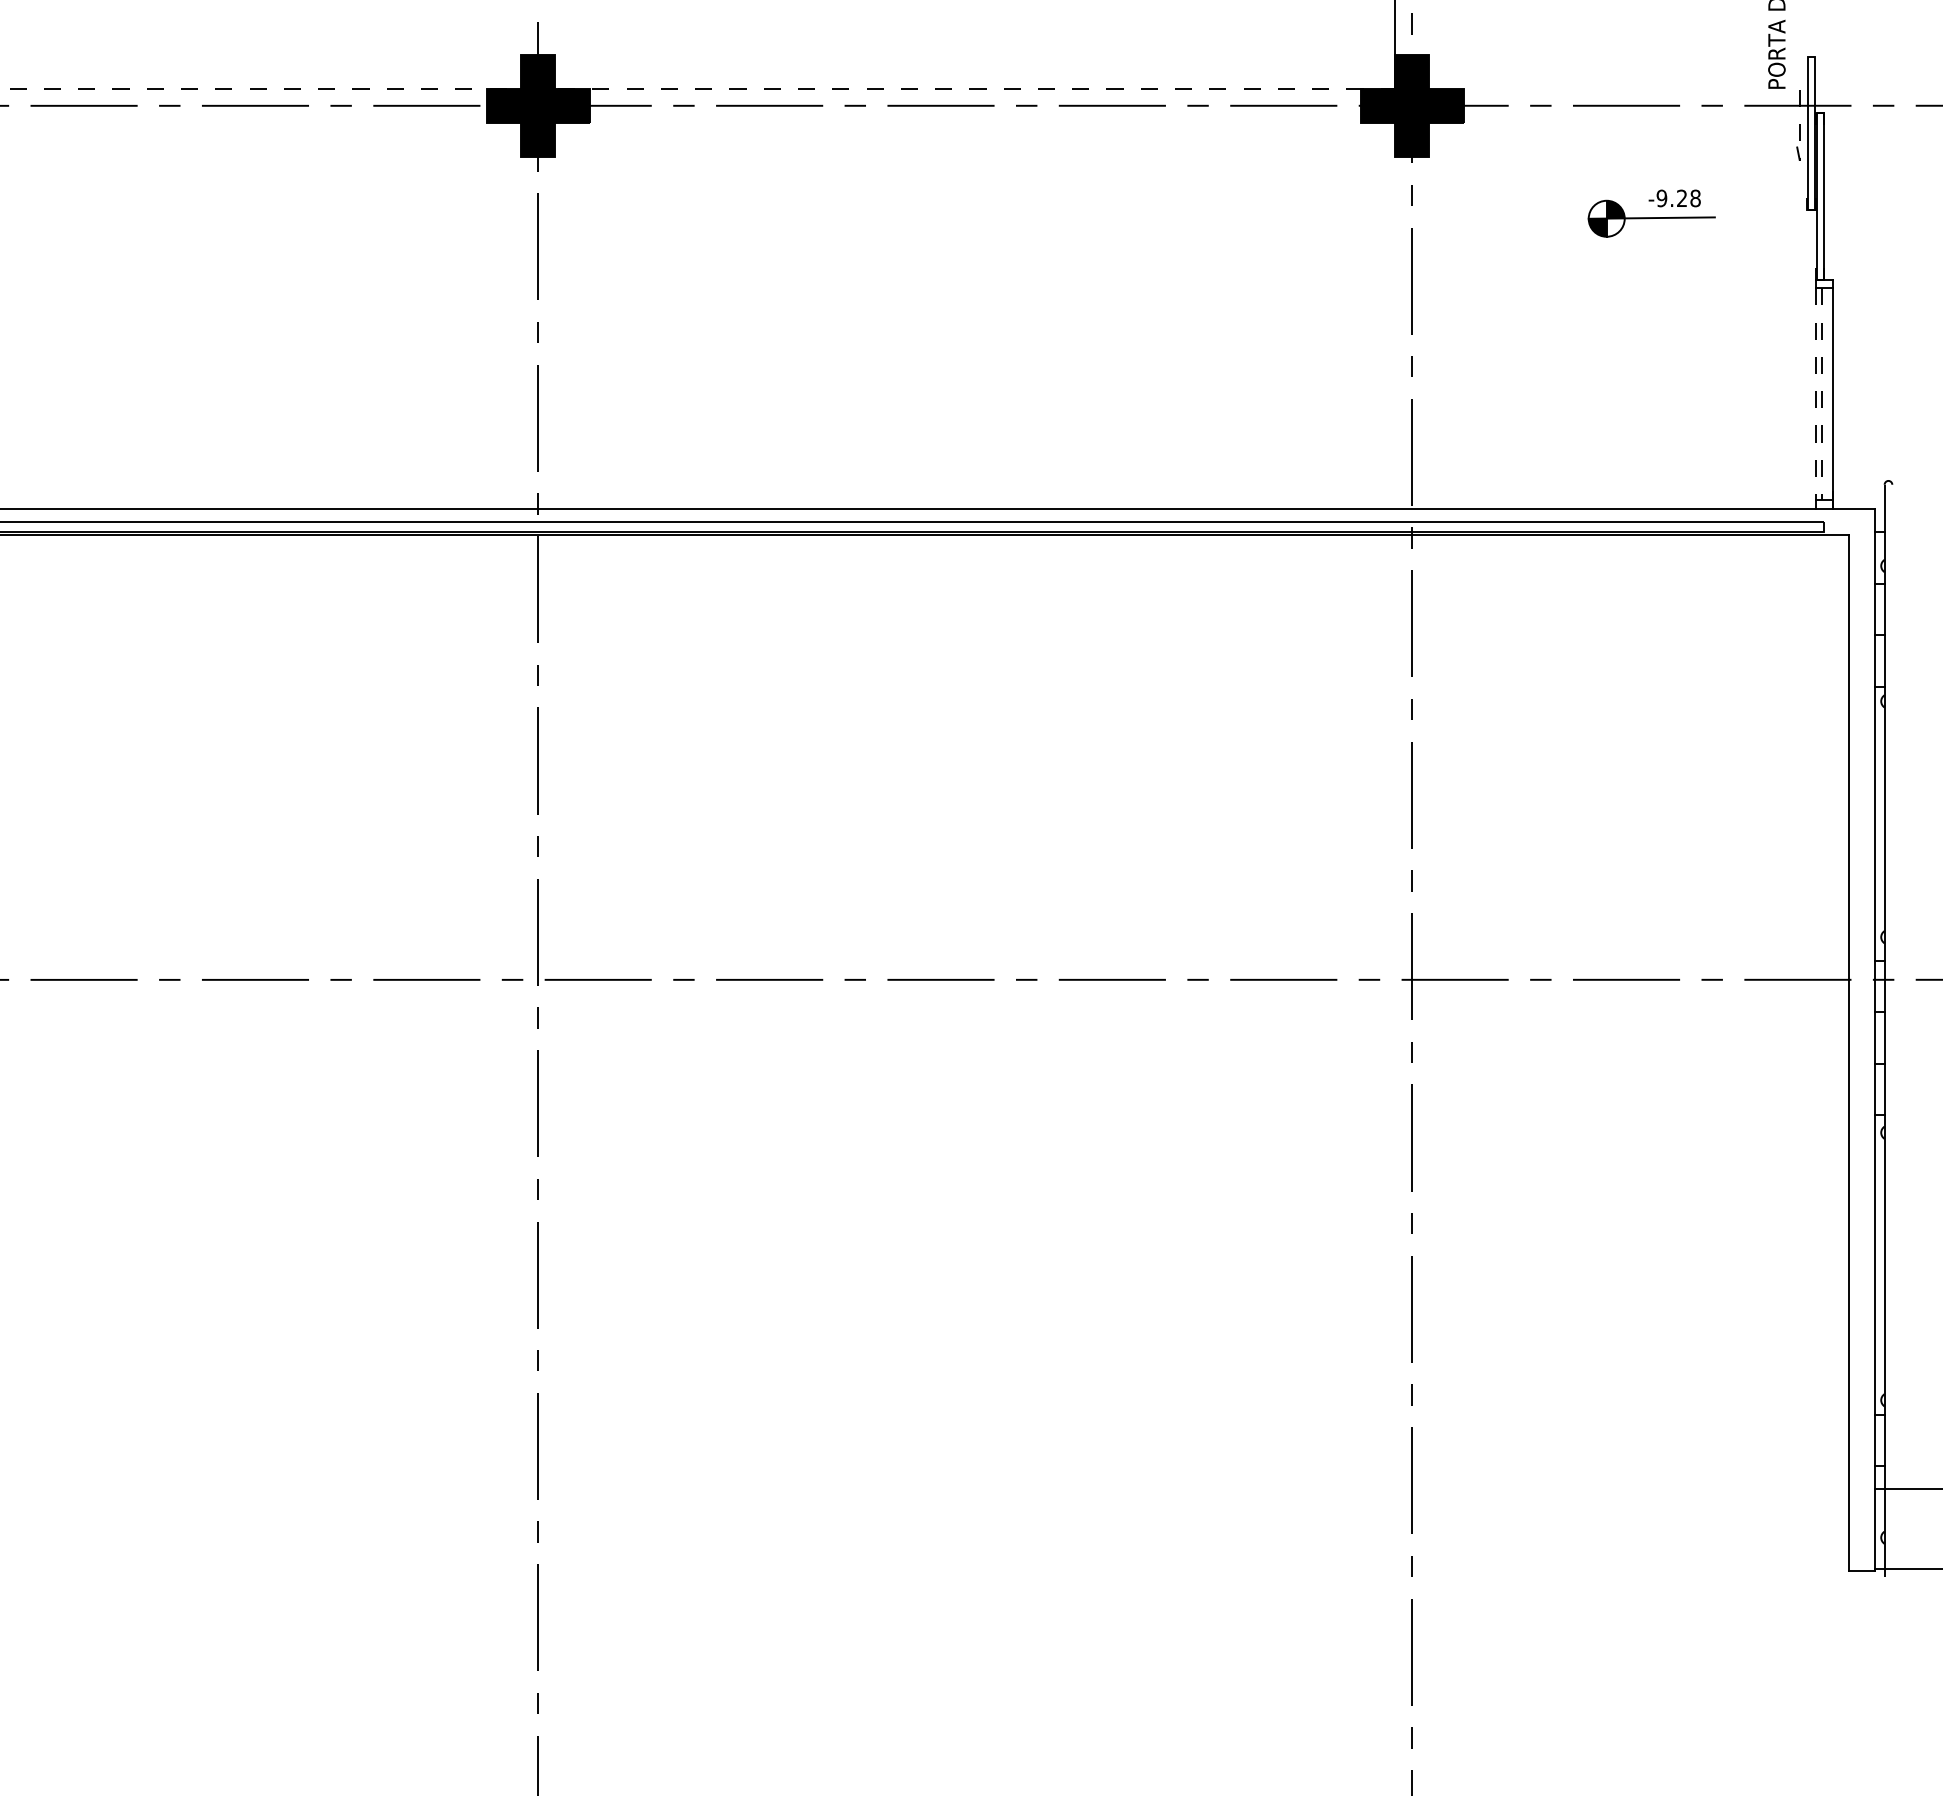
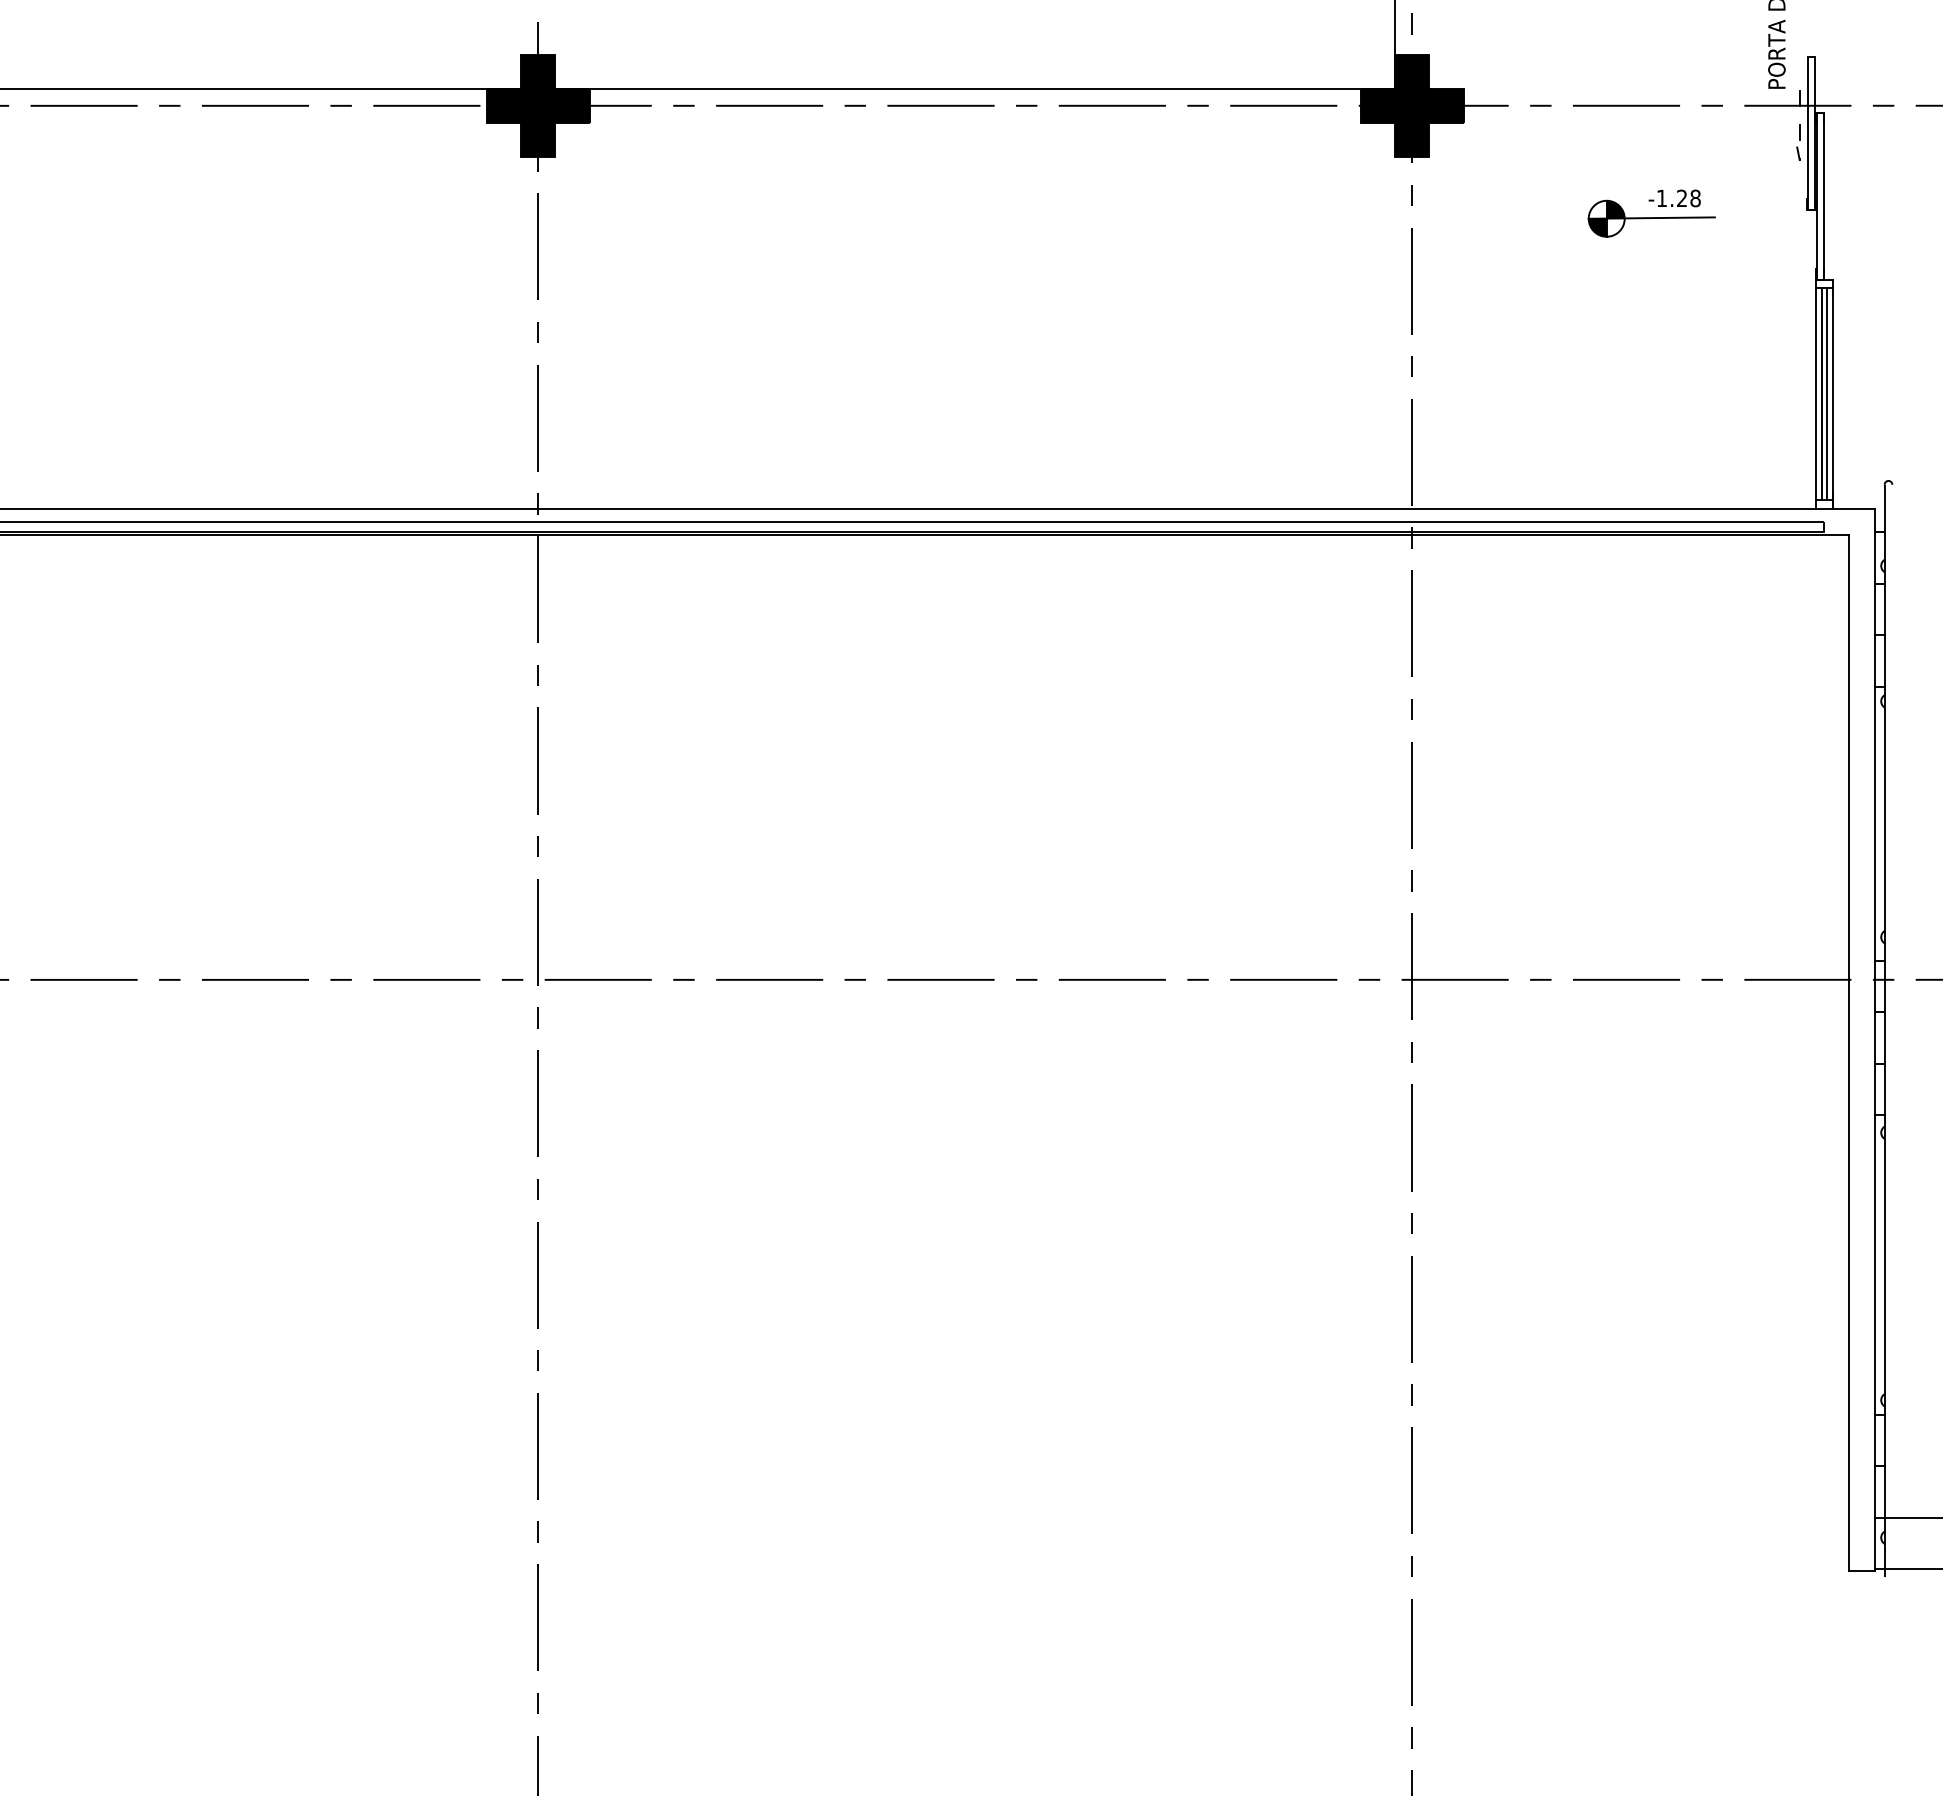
line at (698, 88): dashed -> solid
text at (1661, 198): -9.28 -> -1.28
line at (1815, 394): dashed -> solid
line at (1821, 394): dashed -> solid
line at (1826, 394): none -> present
line at (1906, 1488) position: (1906, 1488) -> (1906, 1517)
